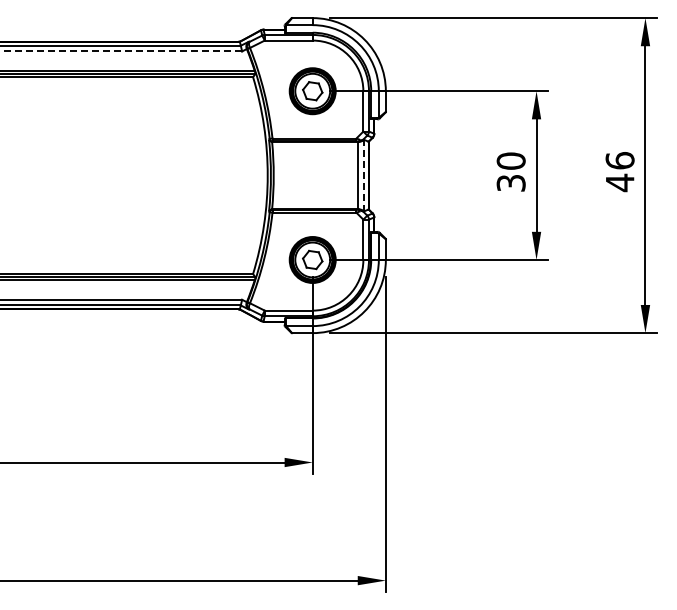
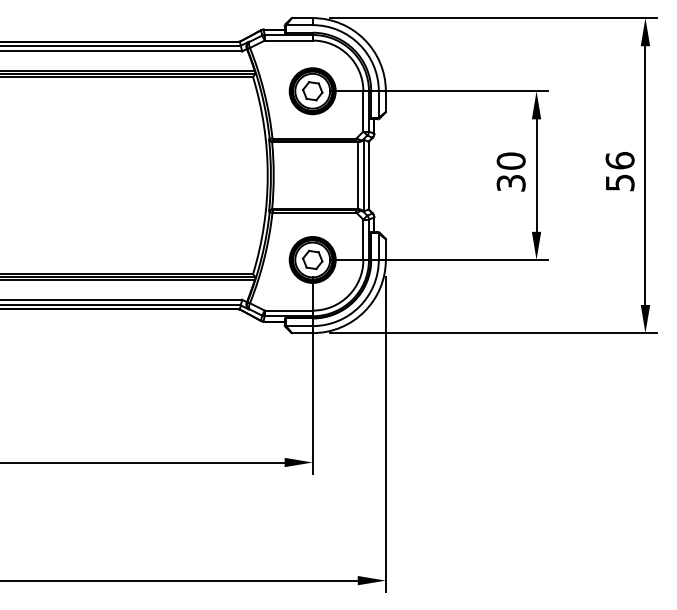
line at (121, 51): dashed -> solid
line at (363, 175): dashed -> solid
text at (620, 182): 46 -> 56
